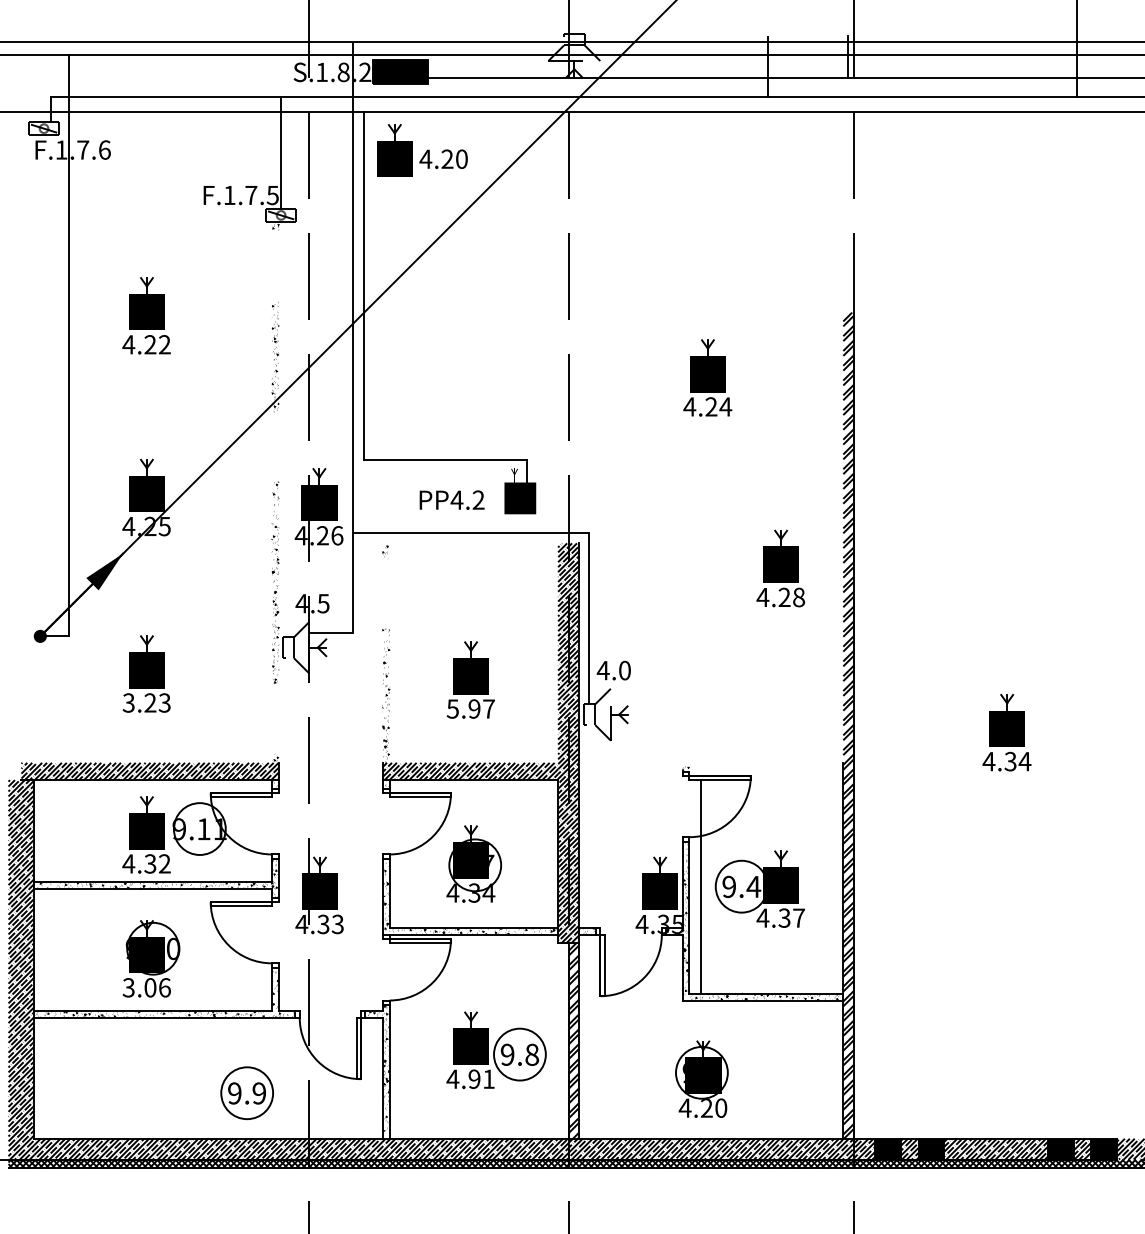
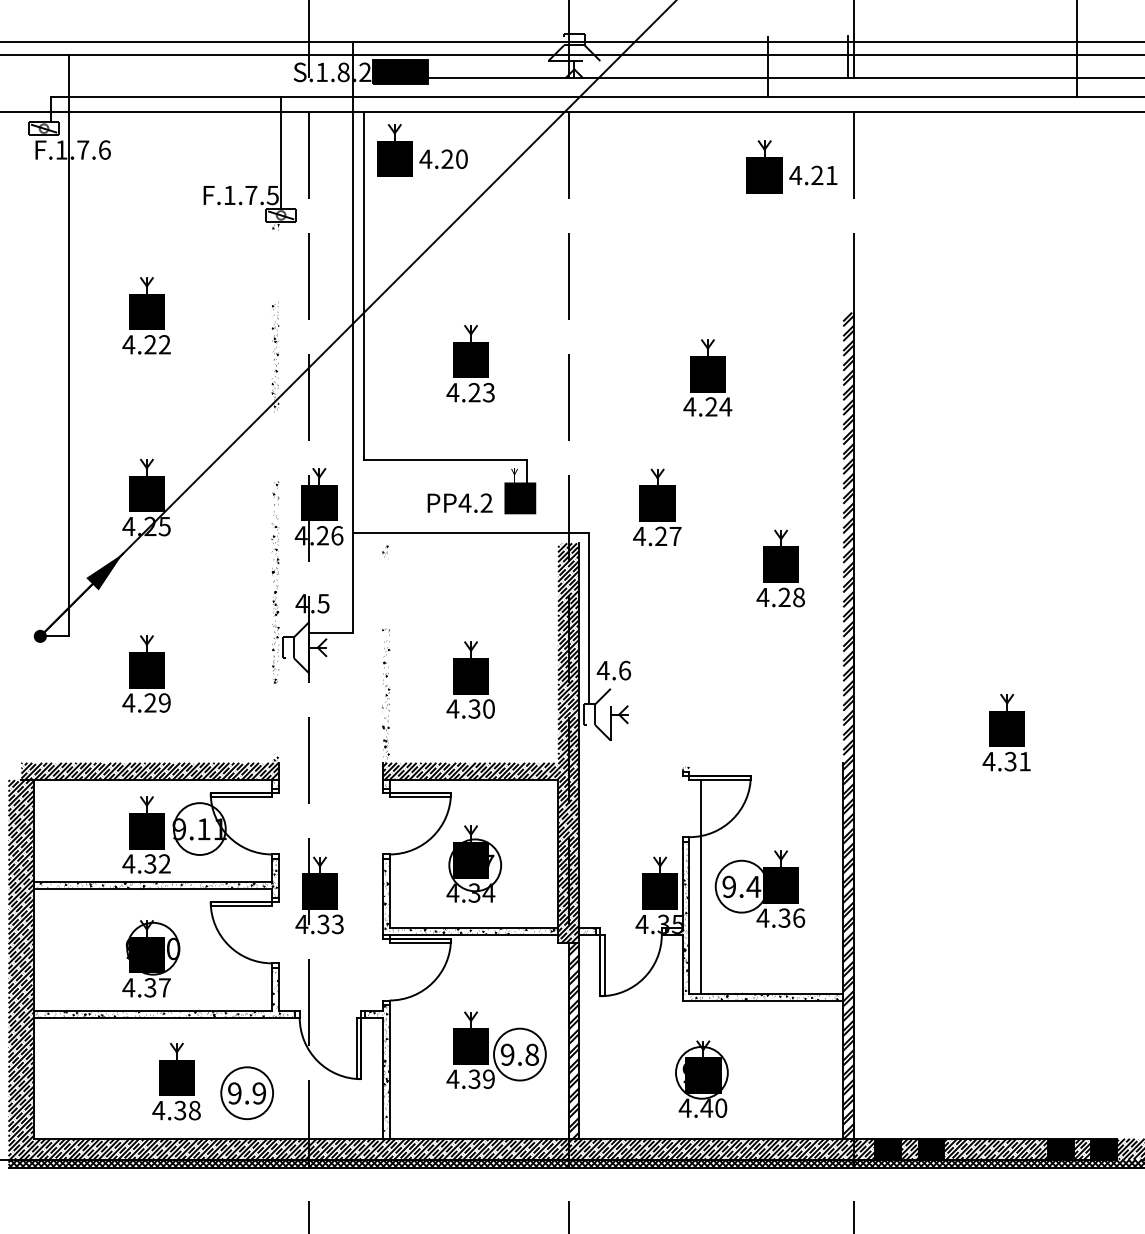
part at (791, 166): none -> present
part at (470, 363): none -> present
text at (451, 499) position: (451, 499) -> (459, 502)
part at (657, 507): none -> present
text at (625, 670): 4.0 -> 4.6
text at (146, 702): 3.23 -> 4.29
text at (470, 708): 5.97 -> 4.30
text at (1024, 761): 4.34 -> 4.31
text at (799, 917): 4.37 -> 4.36
text at (146, 987): 3.06 -> 4.37
text at (481, 1079): 4.91 -> 4.39
part at (176, 1081): none -> present
text at (706, 1107): 4.20 -> 4.40
